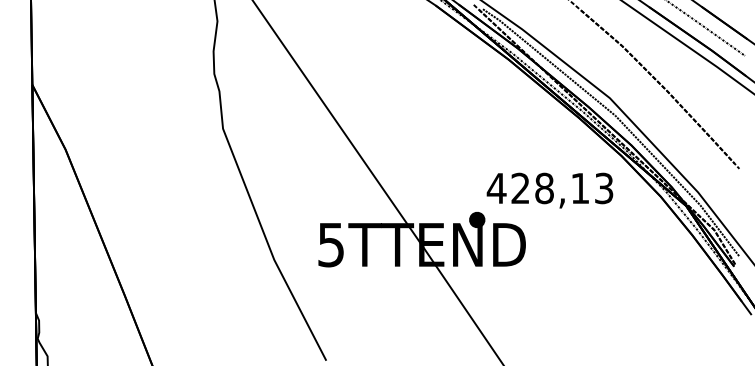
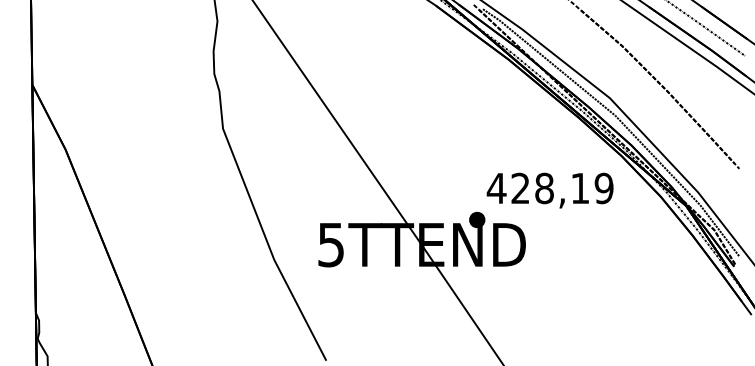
text at (603, 188): 428,13 -> 428,19
